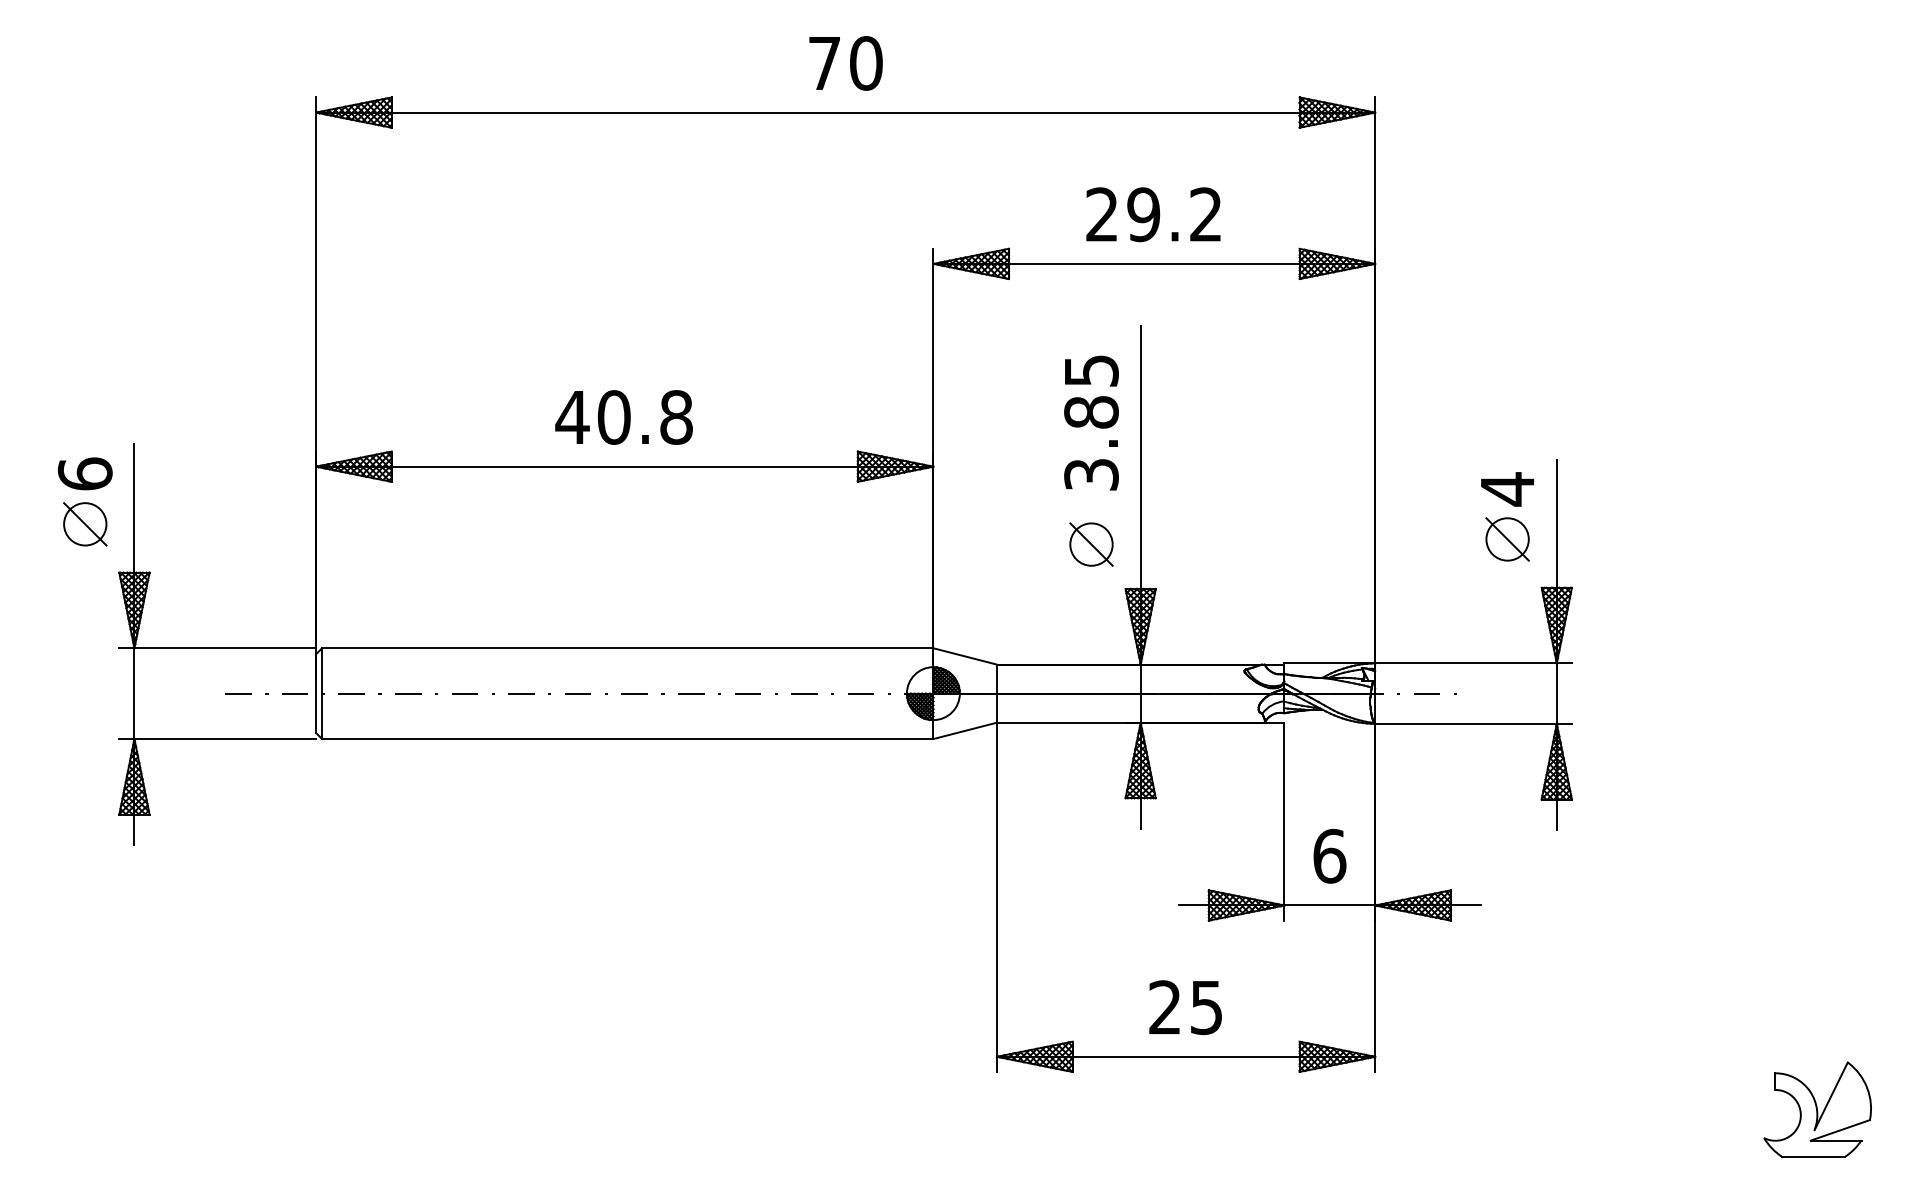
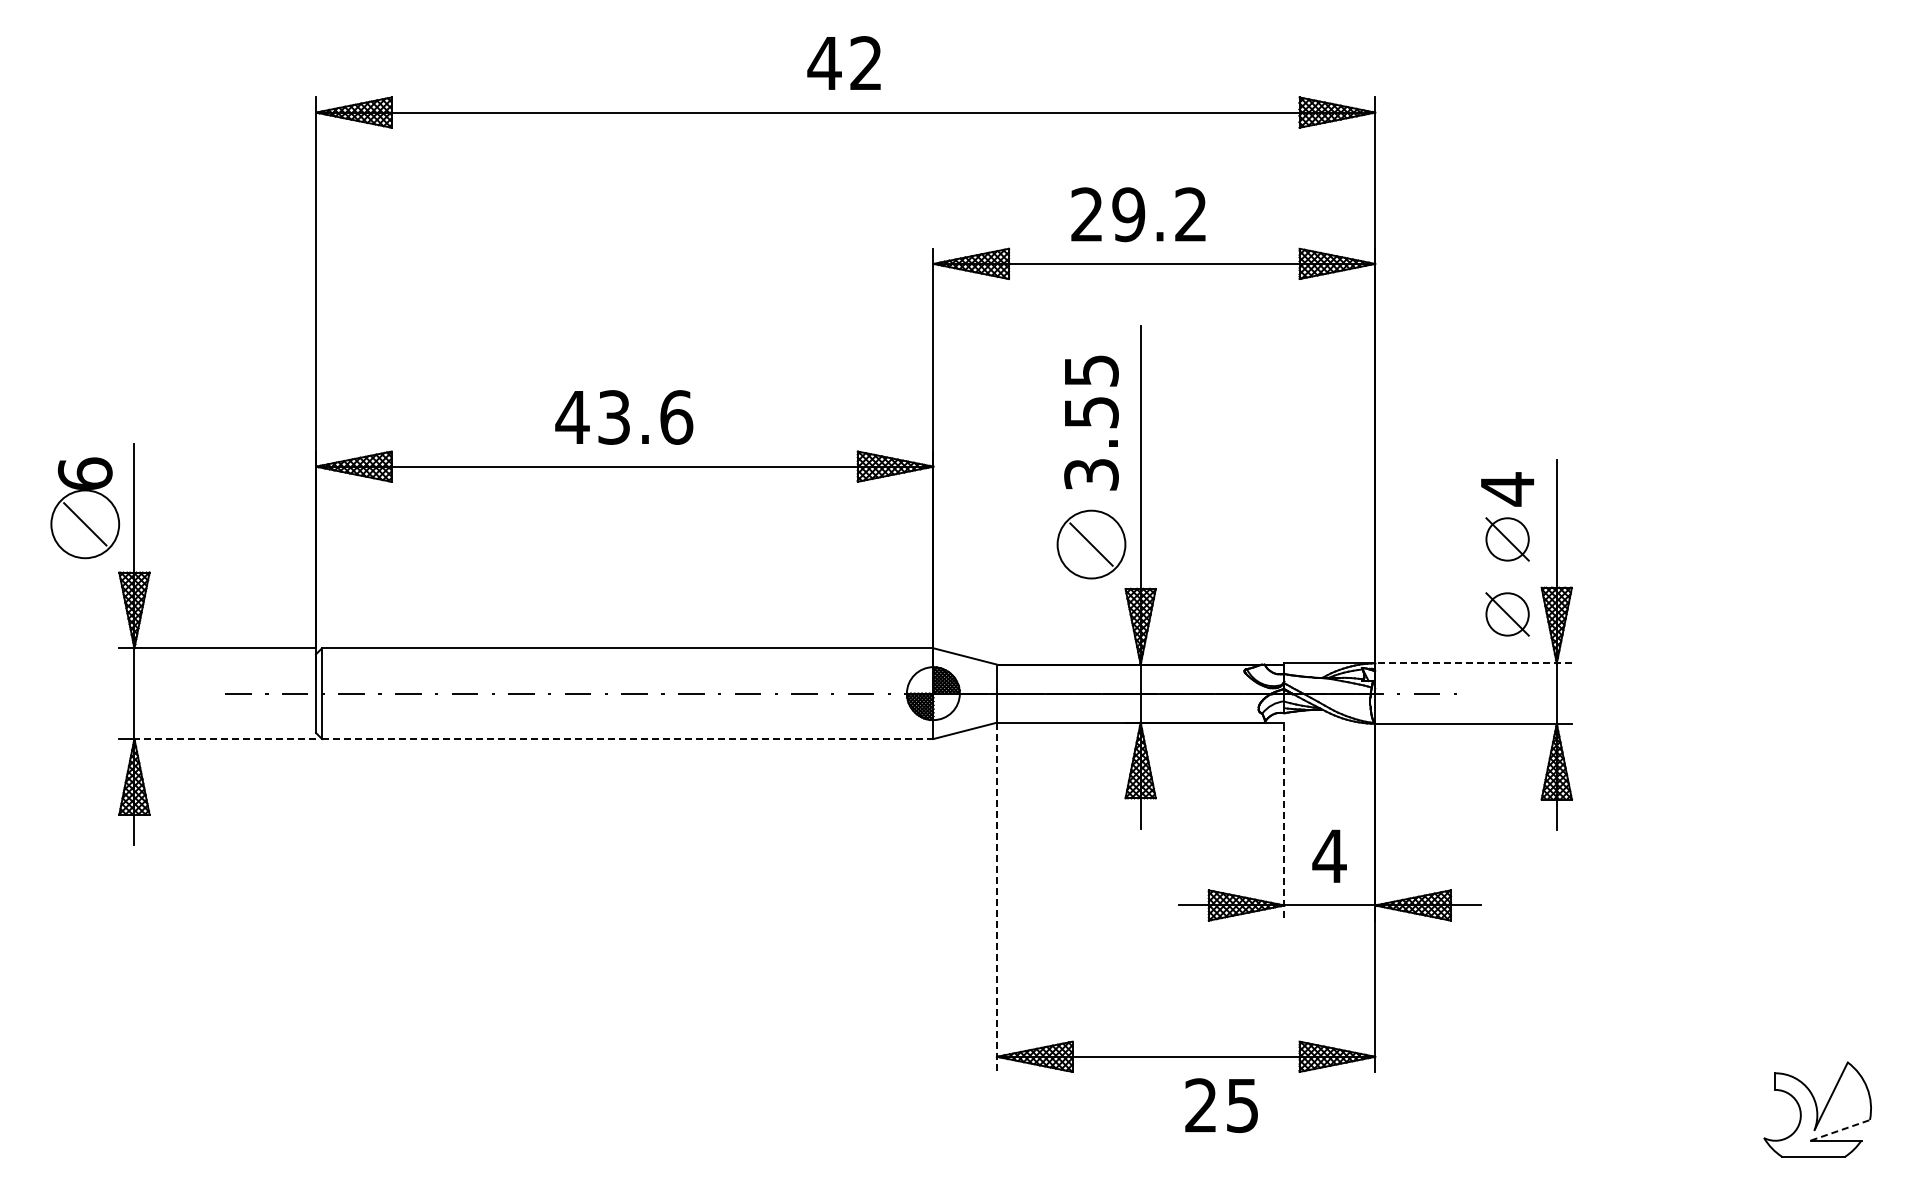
text at (844, 63): 70 -> 42
text at (1153, 214) position: (1153, 214) -> (1138, 214)
text at (1091, 412): 3.85 -> 3.55
text at (645, 417): 40.8 -> 43.6
circle at (85, 524) diameter: 42 px -> 68 px
circle at (1091, 544) diameter: 42 px -> 68 px
part at (1507, 614): none -> present
line at (1473, 663): solid -> dashed
line at (225, 739): solid -> dashed
line at (627, 739): solid -> dashed
line at (1284, 822): solid -> dashed
text at (1329, 855): 6 -> 4
line at (996, 897): solid -> dashed
text at (1185, 1007) position: (1185, 1007) -> (1221, 1105)
line at (1840, 1130): solid -> dashed
